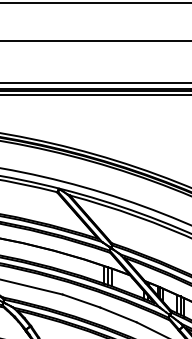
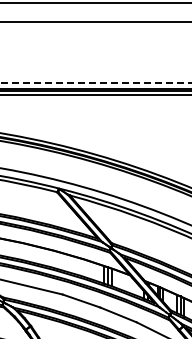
line at (95, 40) position: (95, 40) -> (95, 21)
line at (96, 83): solid -> dashed
